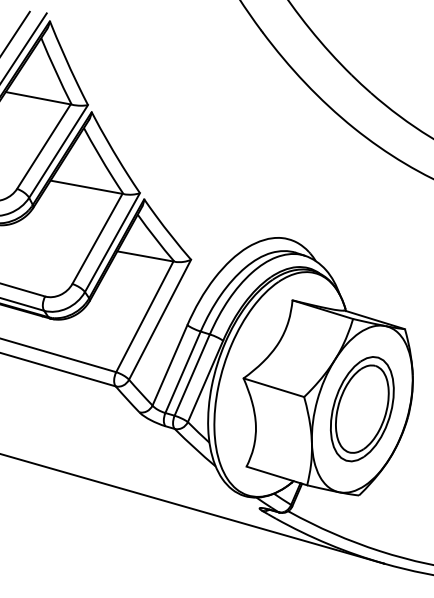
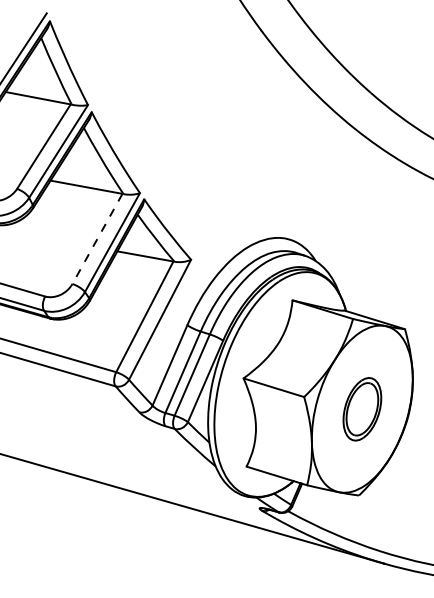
line at (15, 32): present -> none
line at (97, 238): solid -> dashed
part at (362, 409) size: 65x107 px -> 41x65 px
